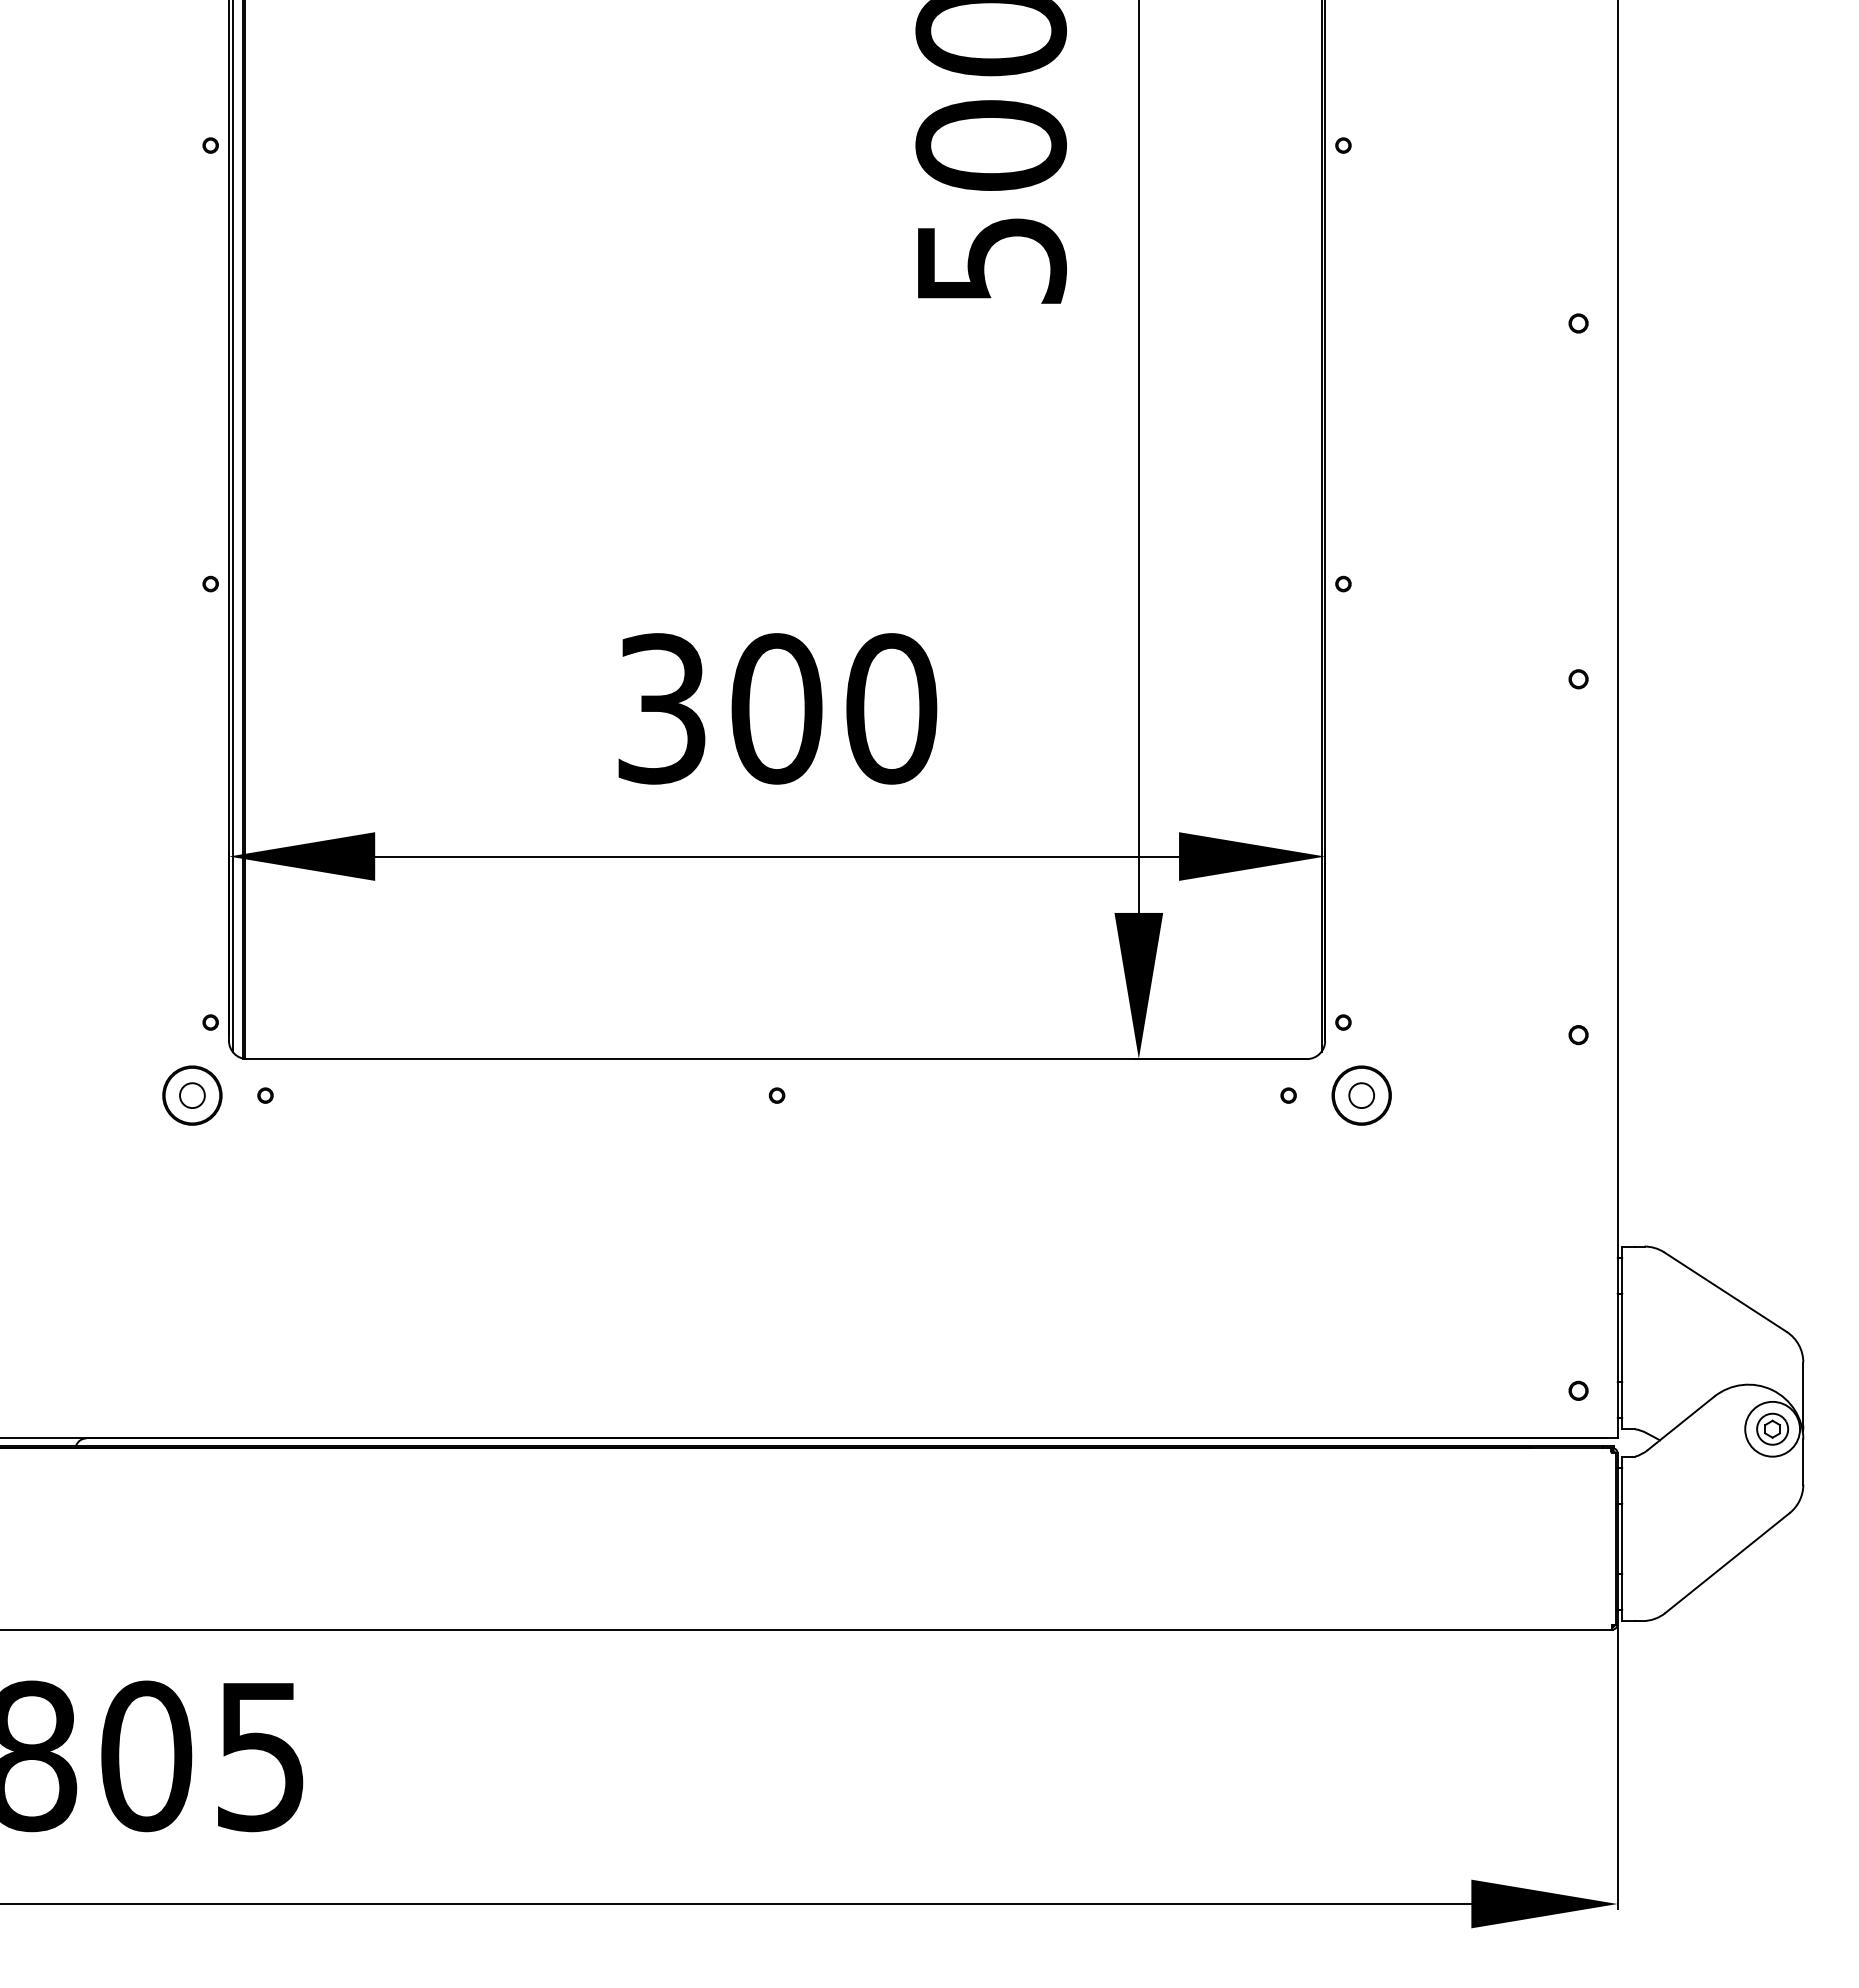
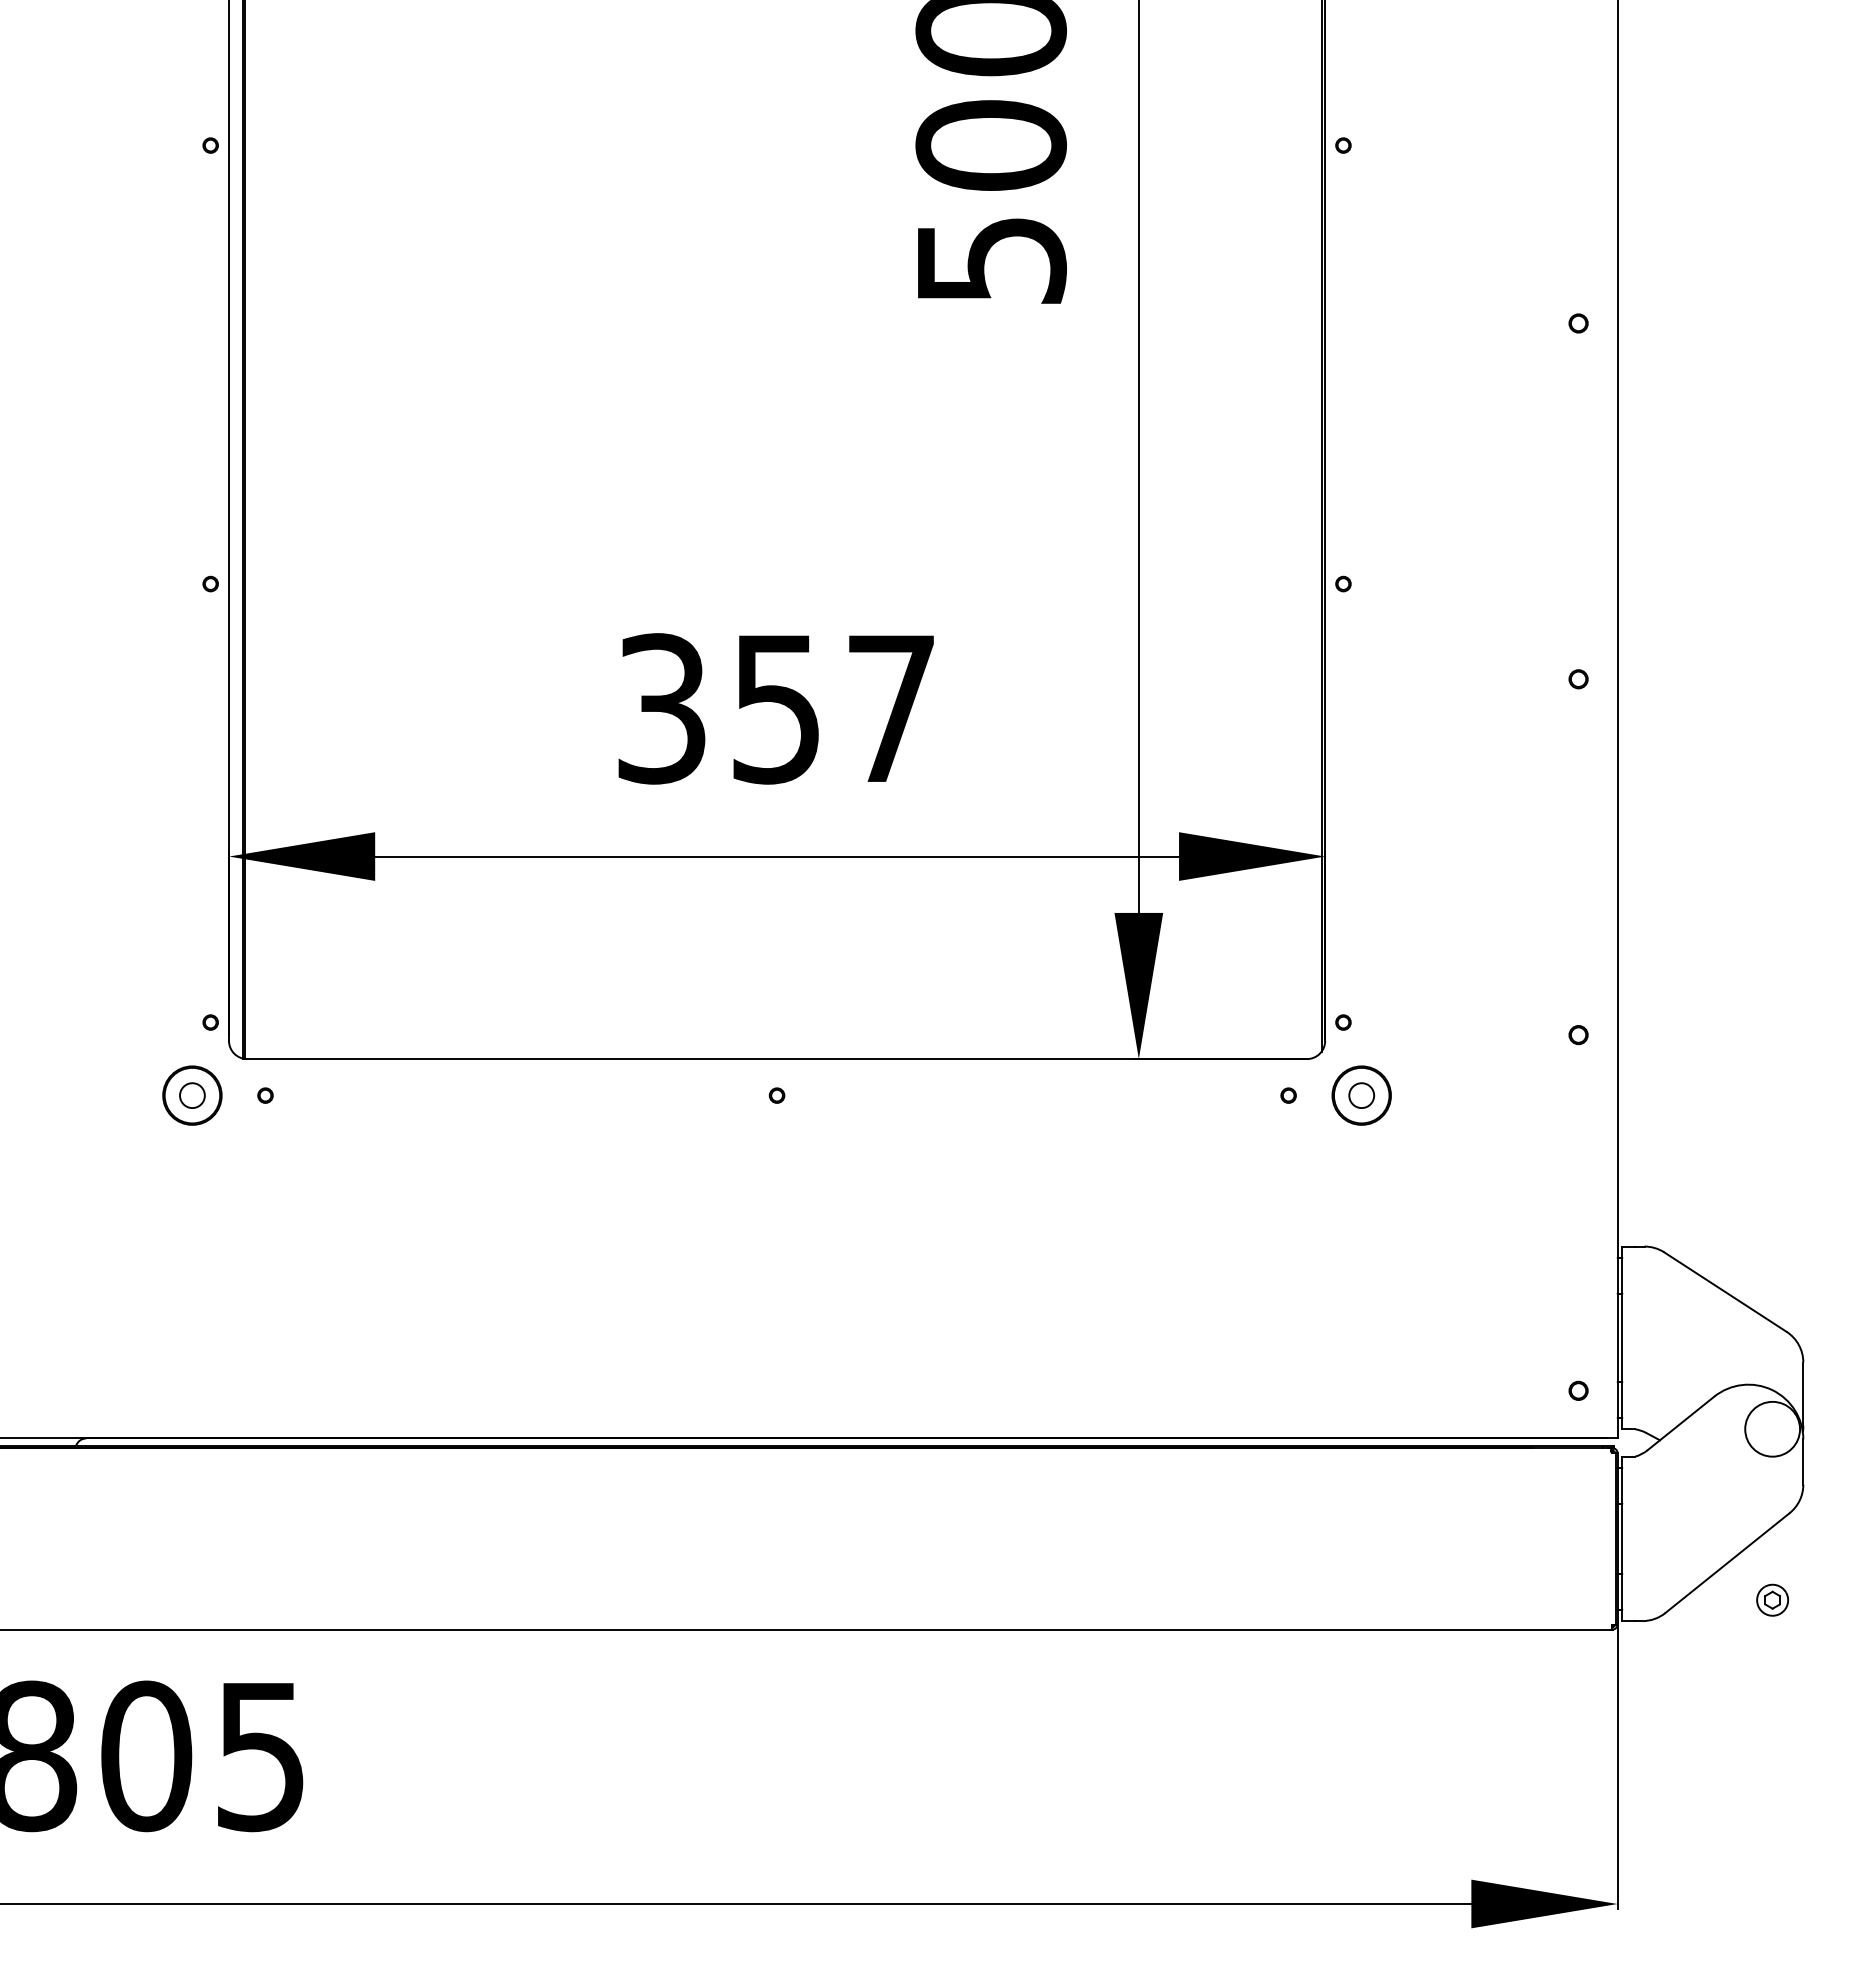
line at (232, 526): present -> none
text at (834, 708): 300 -> 357
part at (1772, 1428) position: (1772, 1428) -> (1772, 1599)
